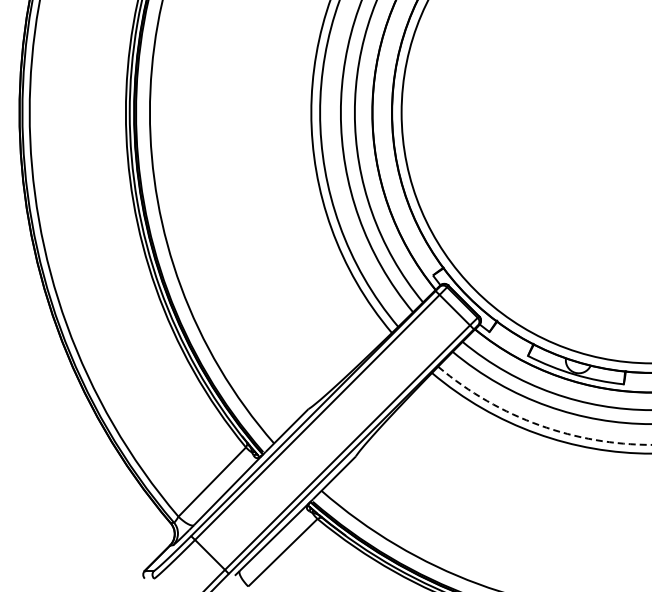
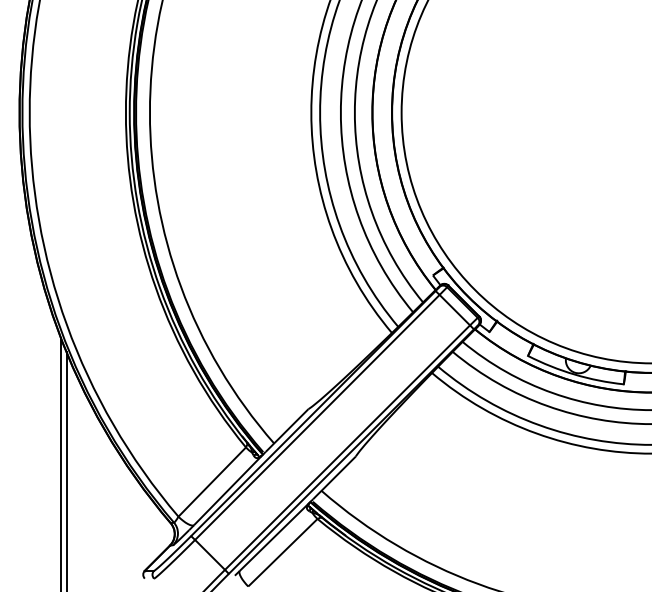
arc at (539, 425): dashed -> solid
line at (61, 463): none -> present
line at (66, 470): none -> present
